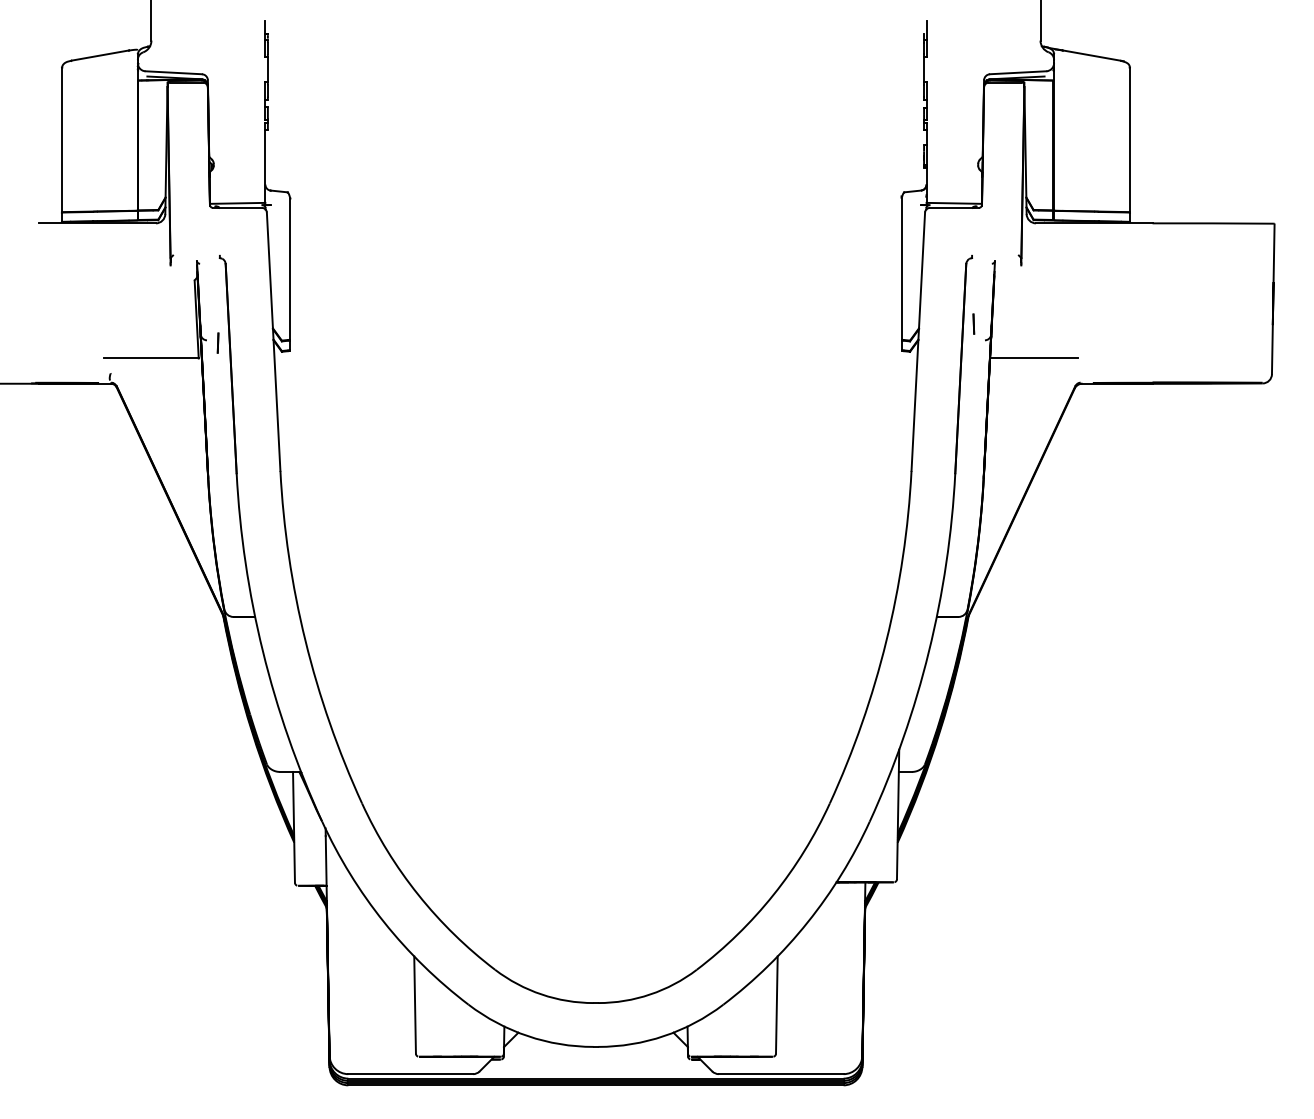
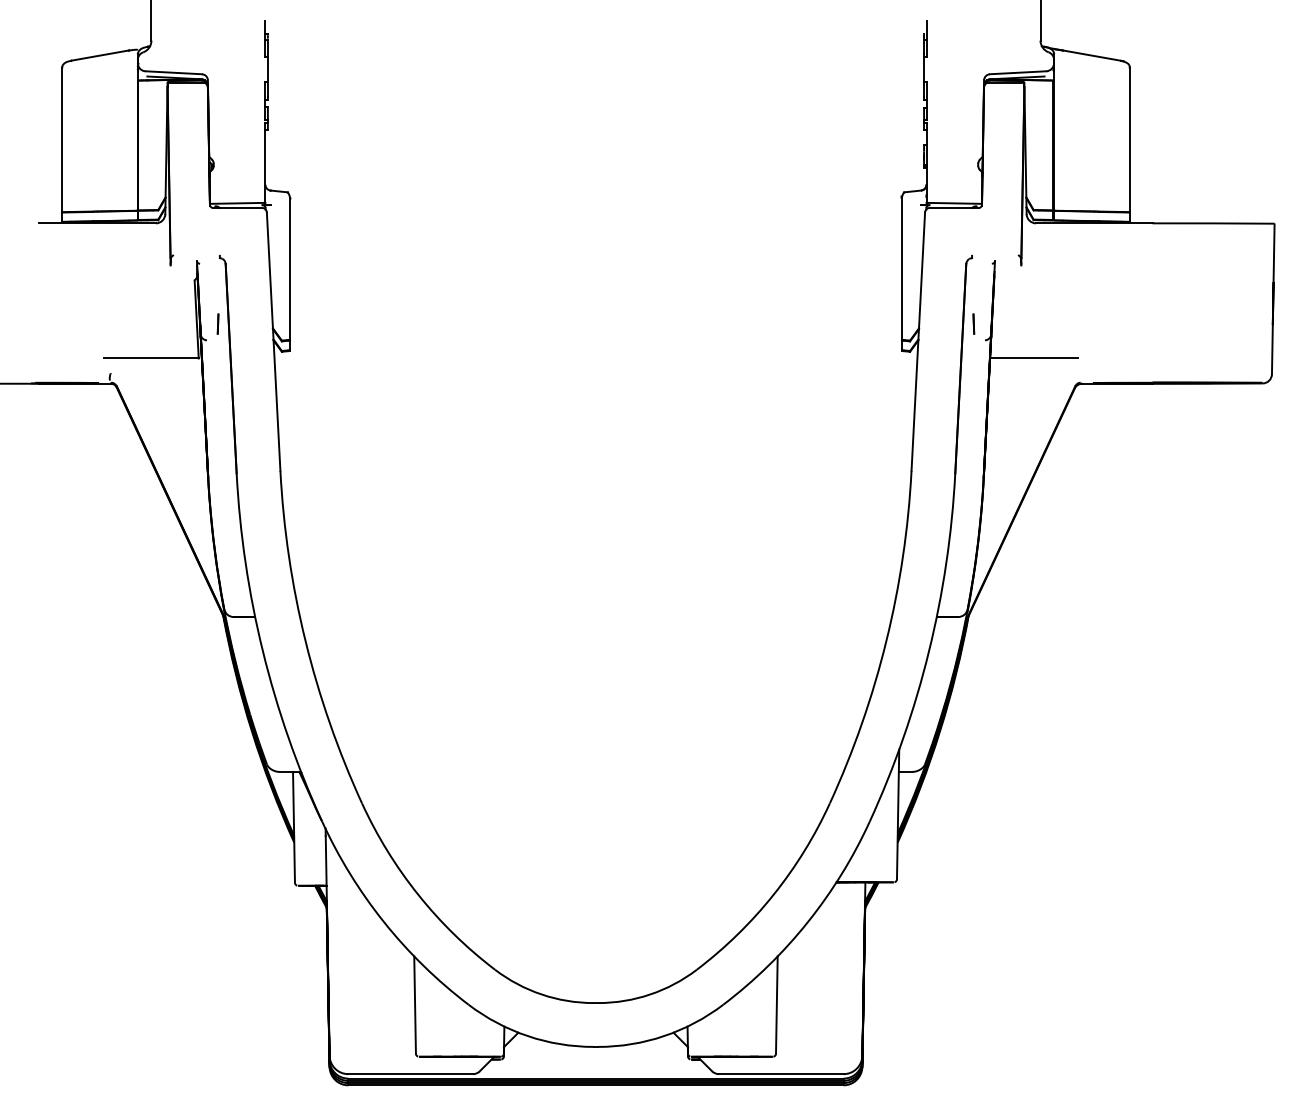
line at (217, 342) position: (217, 342) -> (217, 323)
